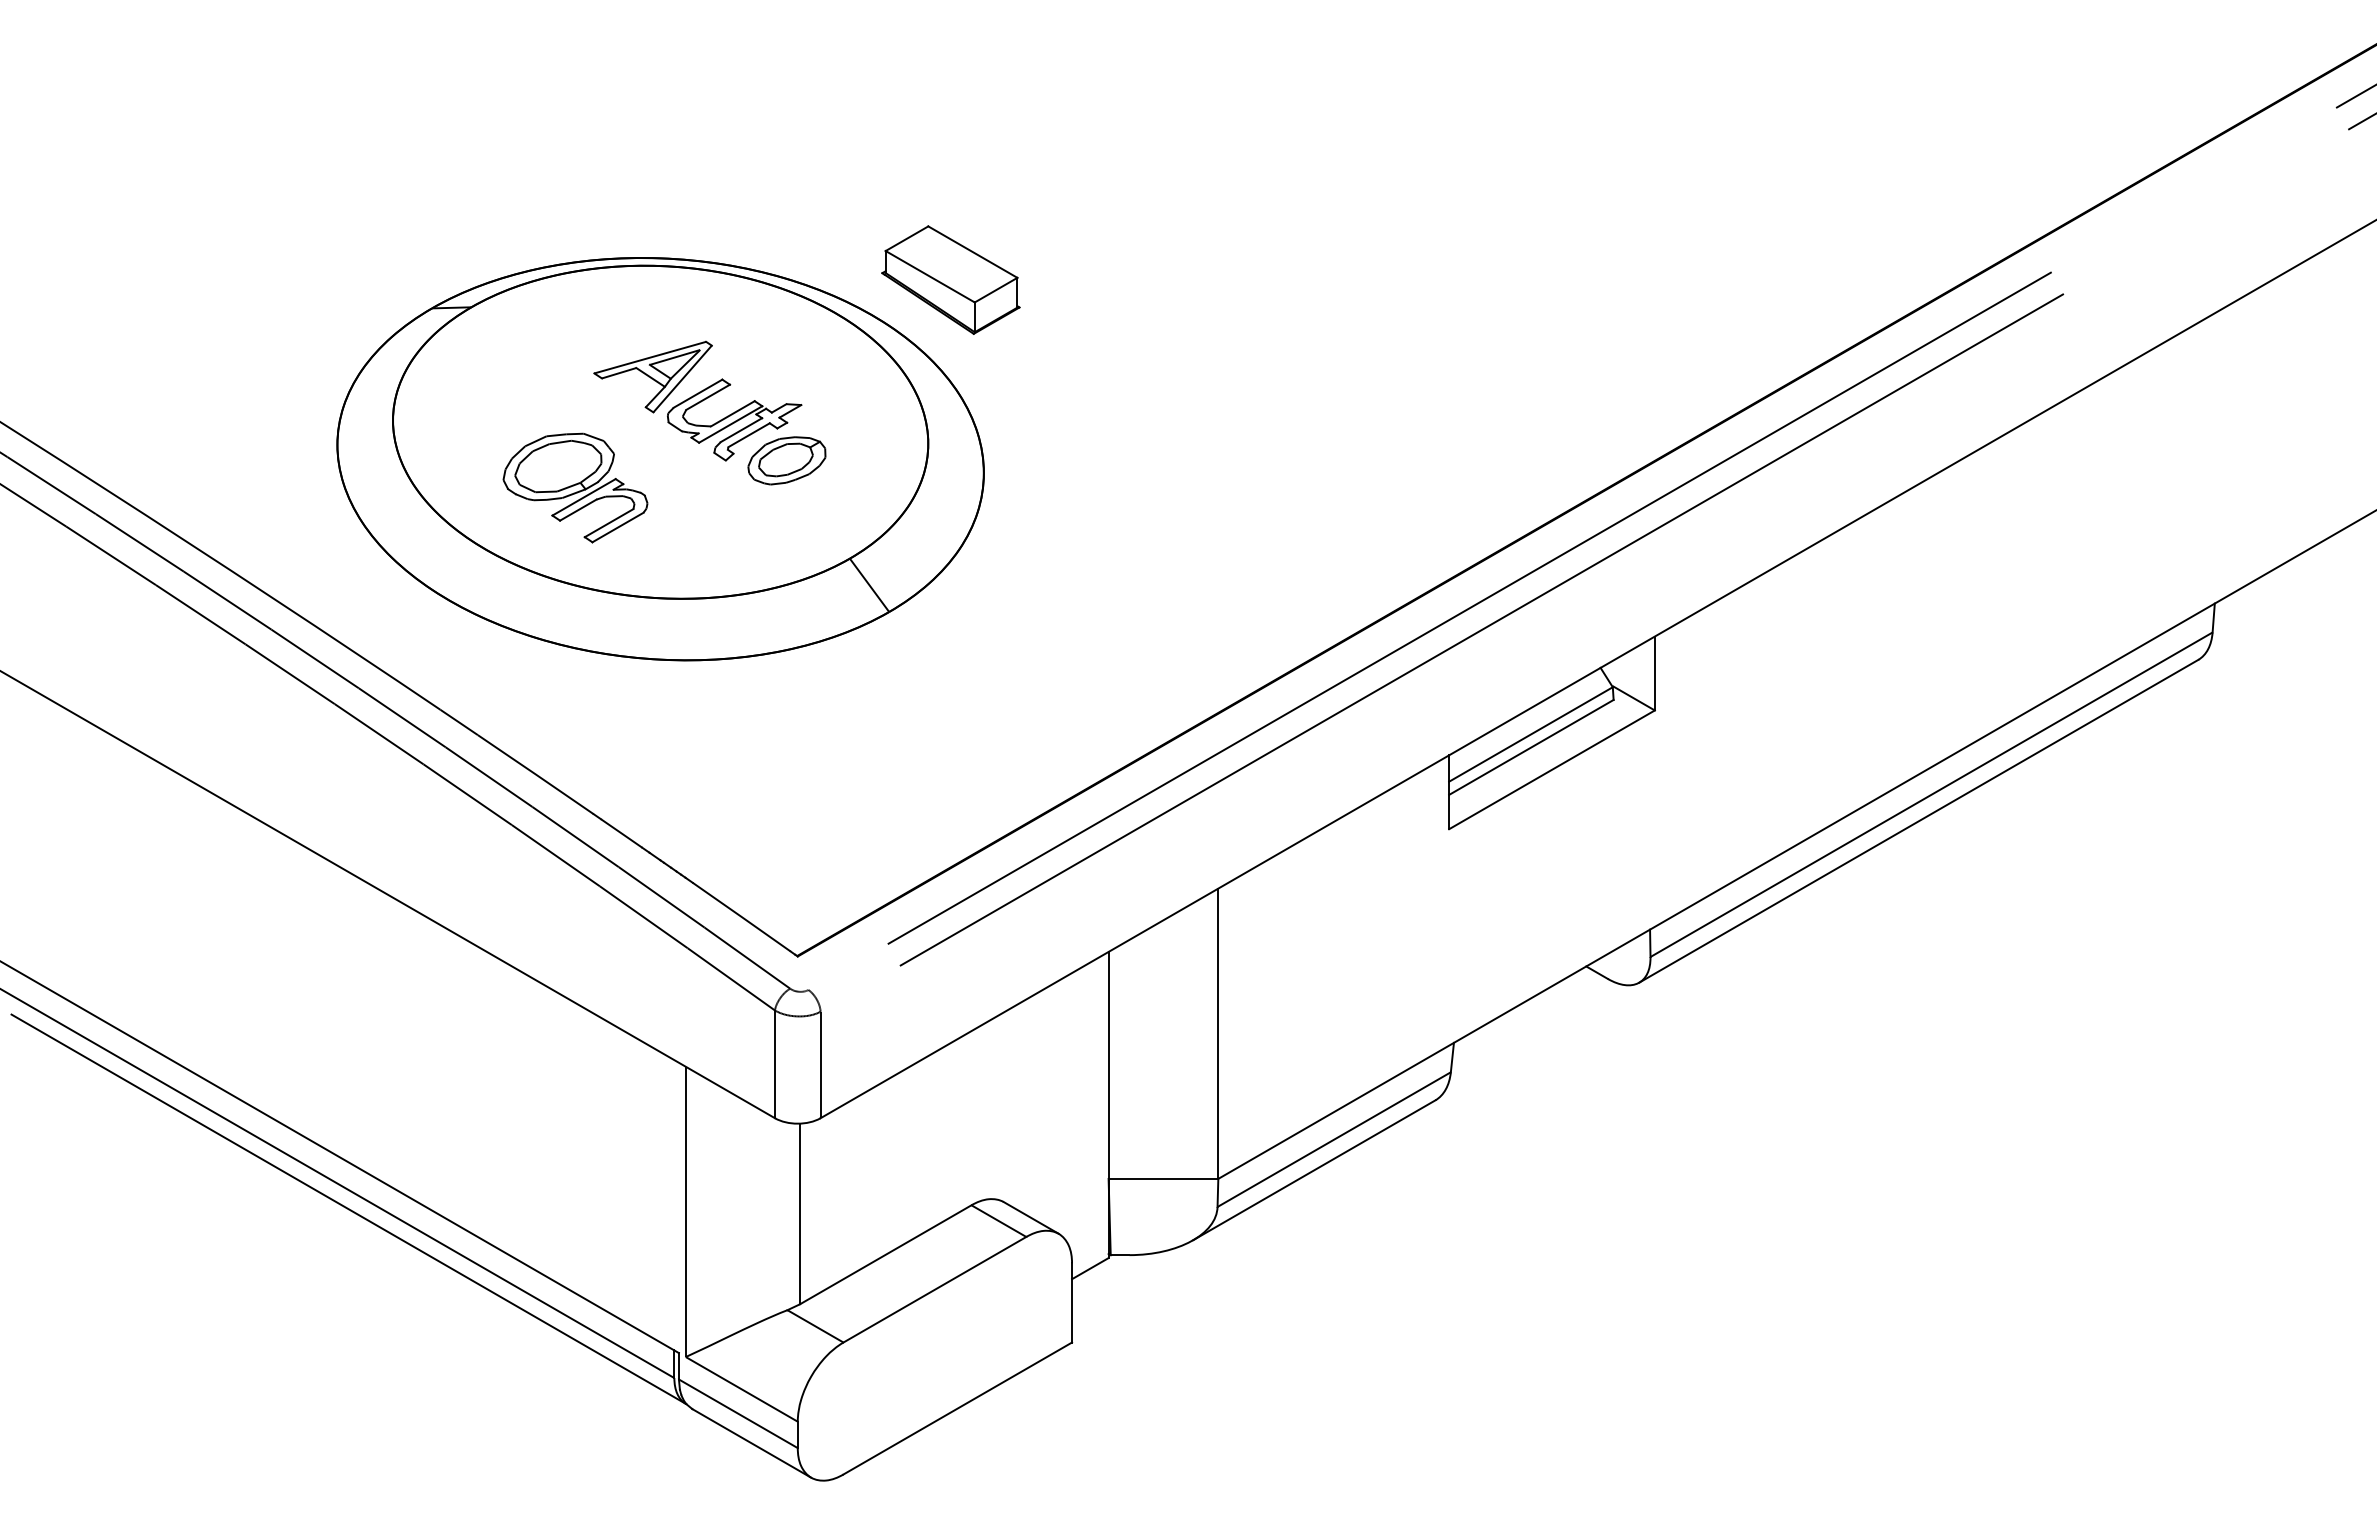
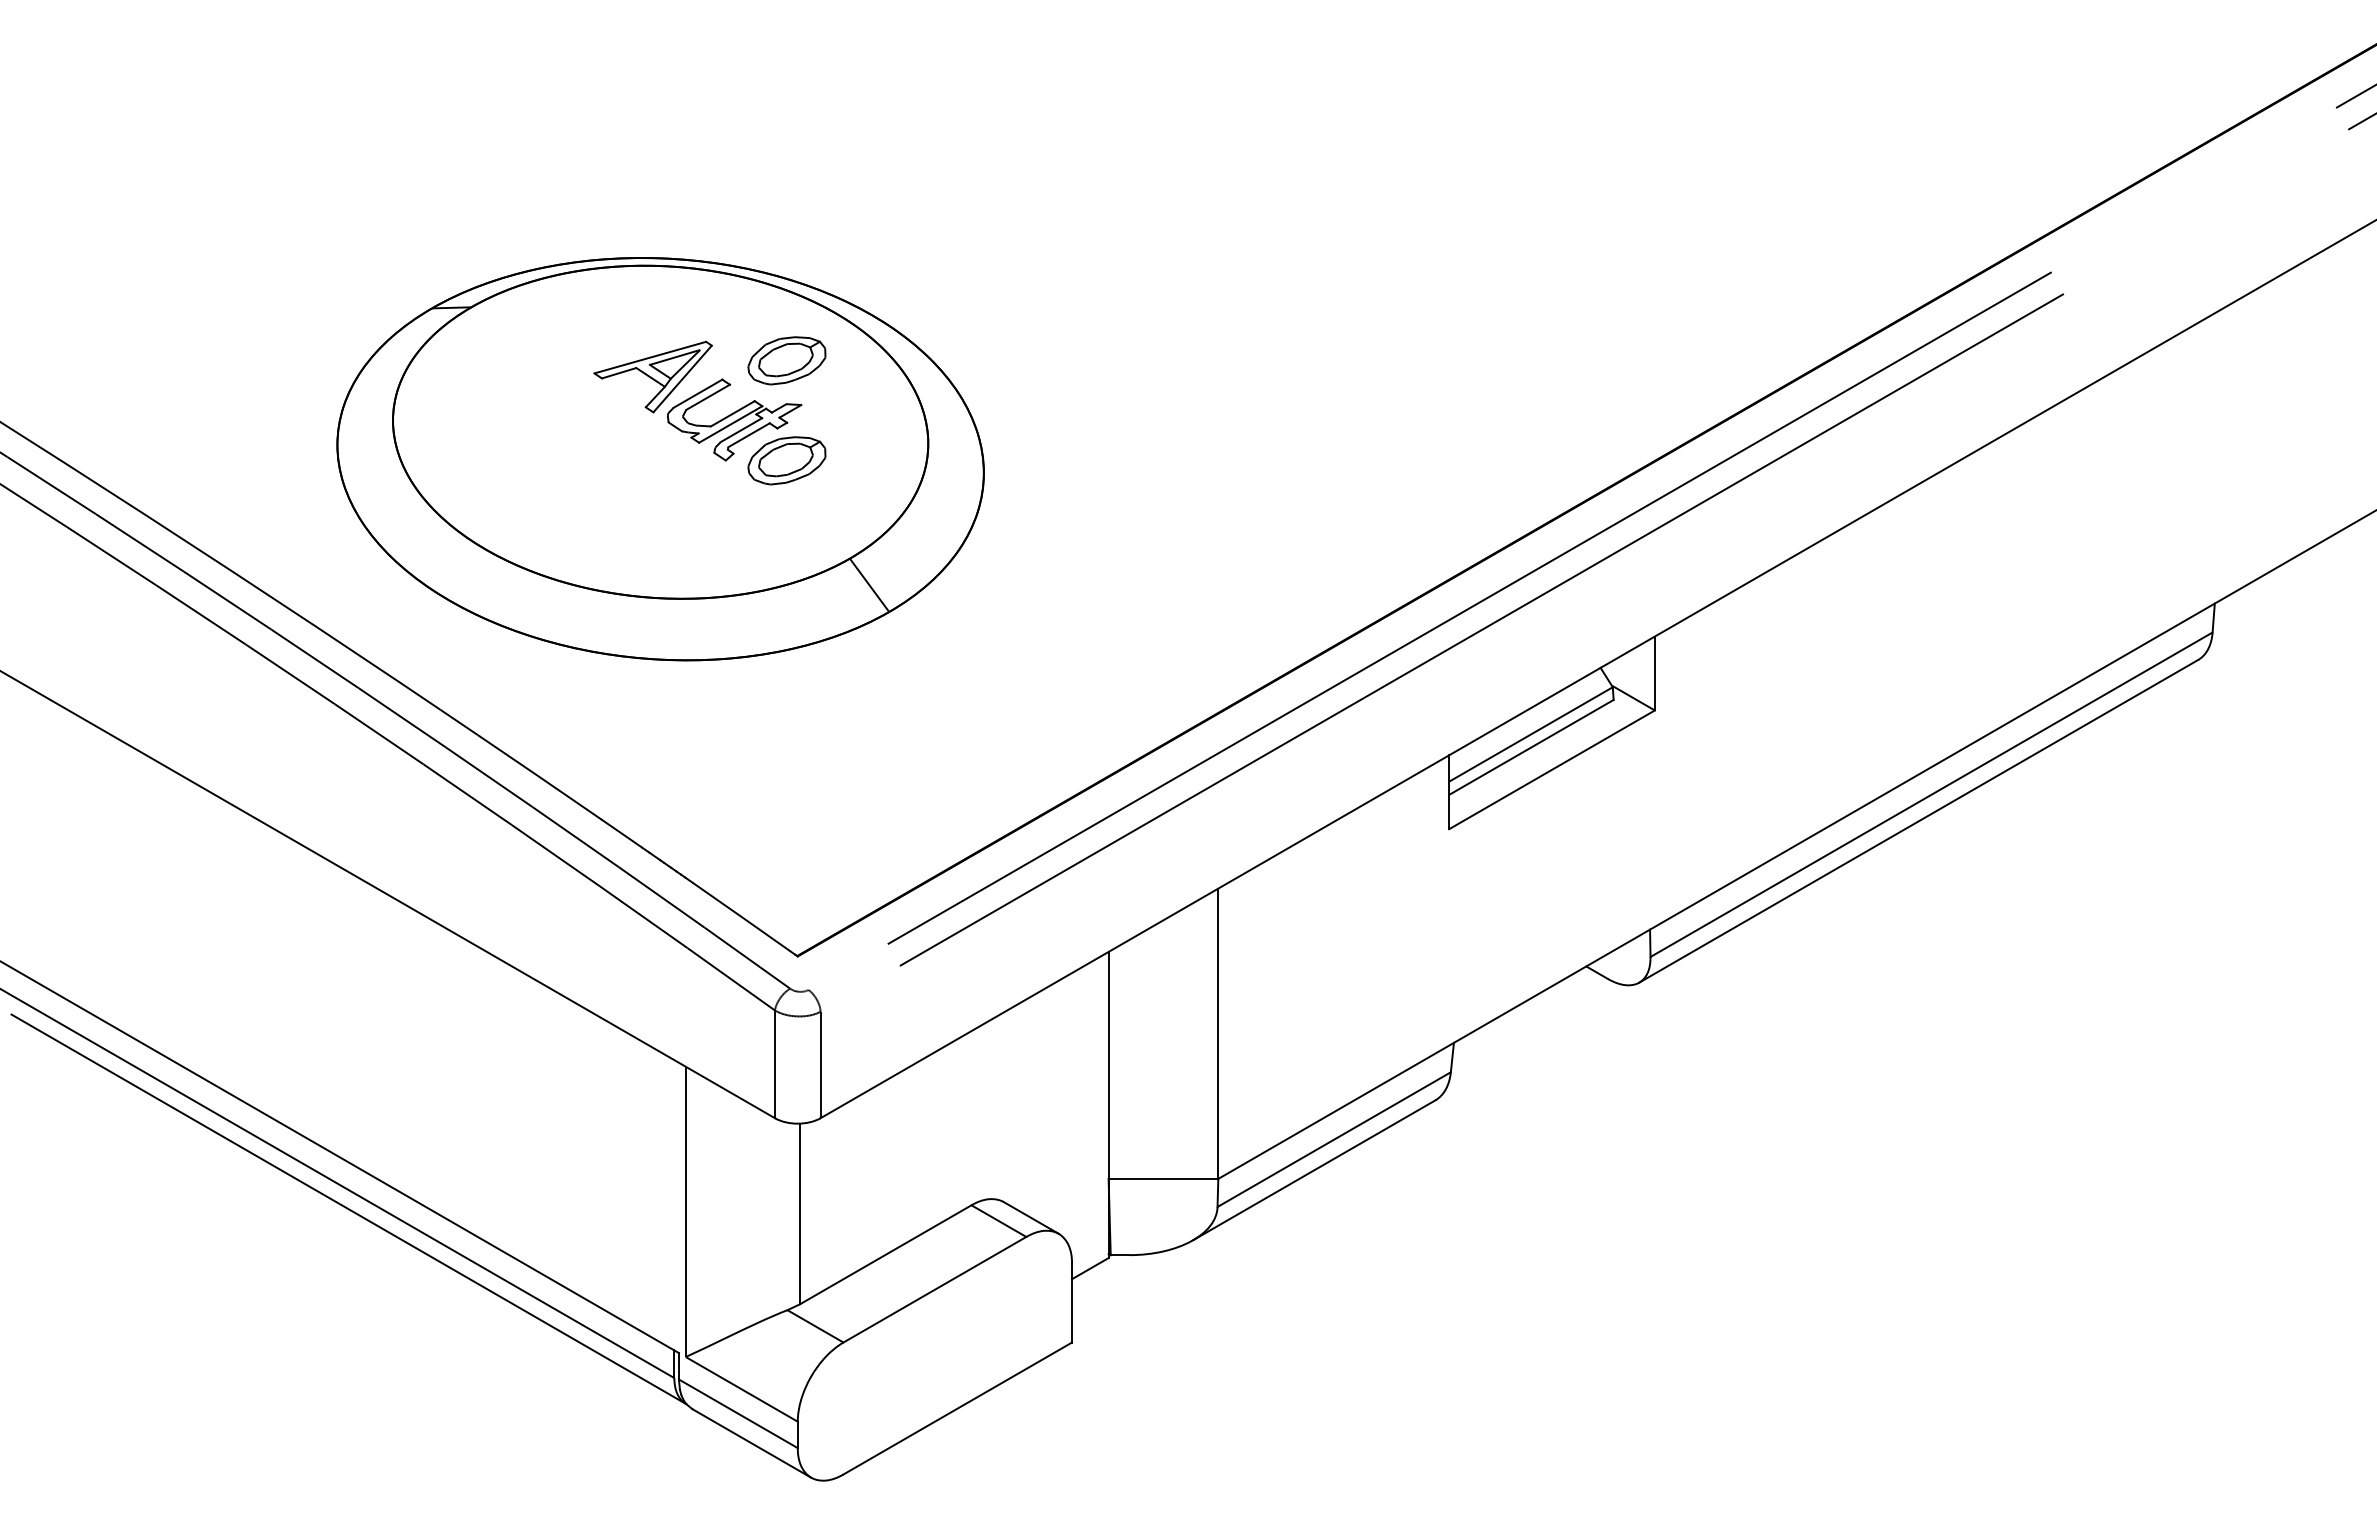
part at (950, 279): present -> none
part at (786, 360): none -> present
part at (575, 487): present -> none
